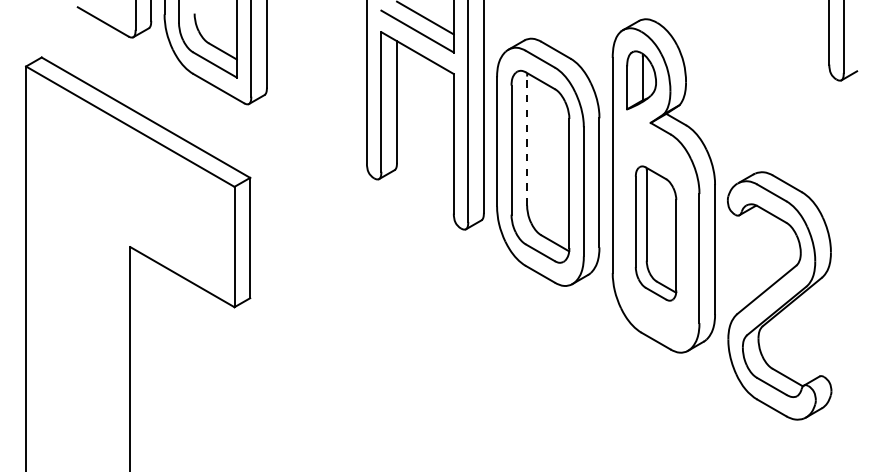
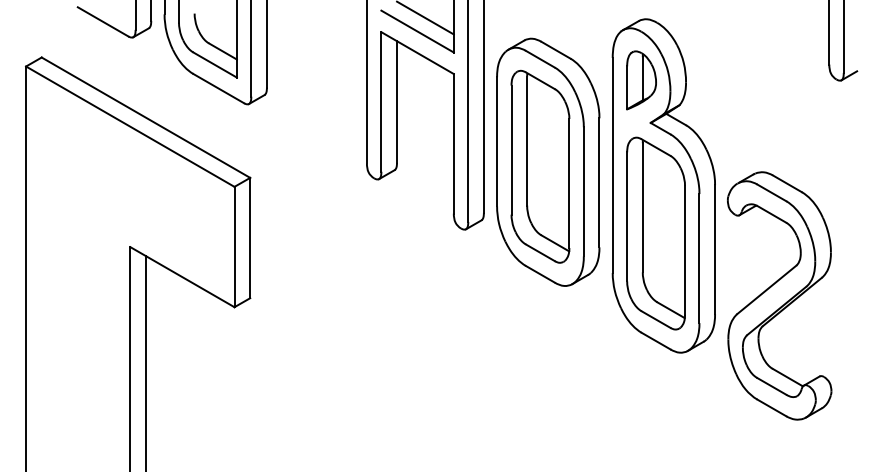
line at (527, 141): dashed -> solid
part at (656, 233) size: 43x137 px -> 60x195 px
line at (145, 362): none -> present
